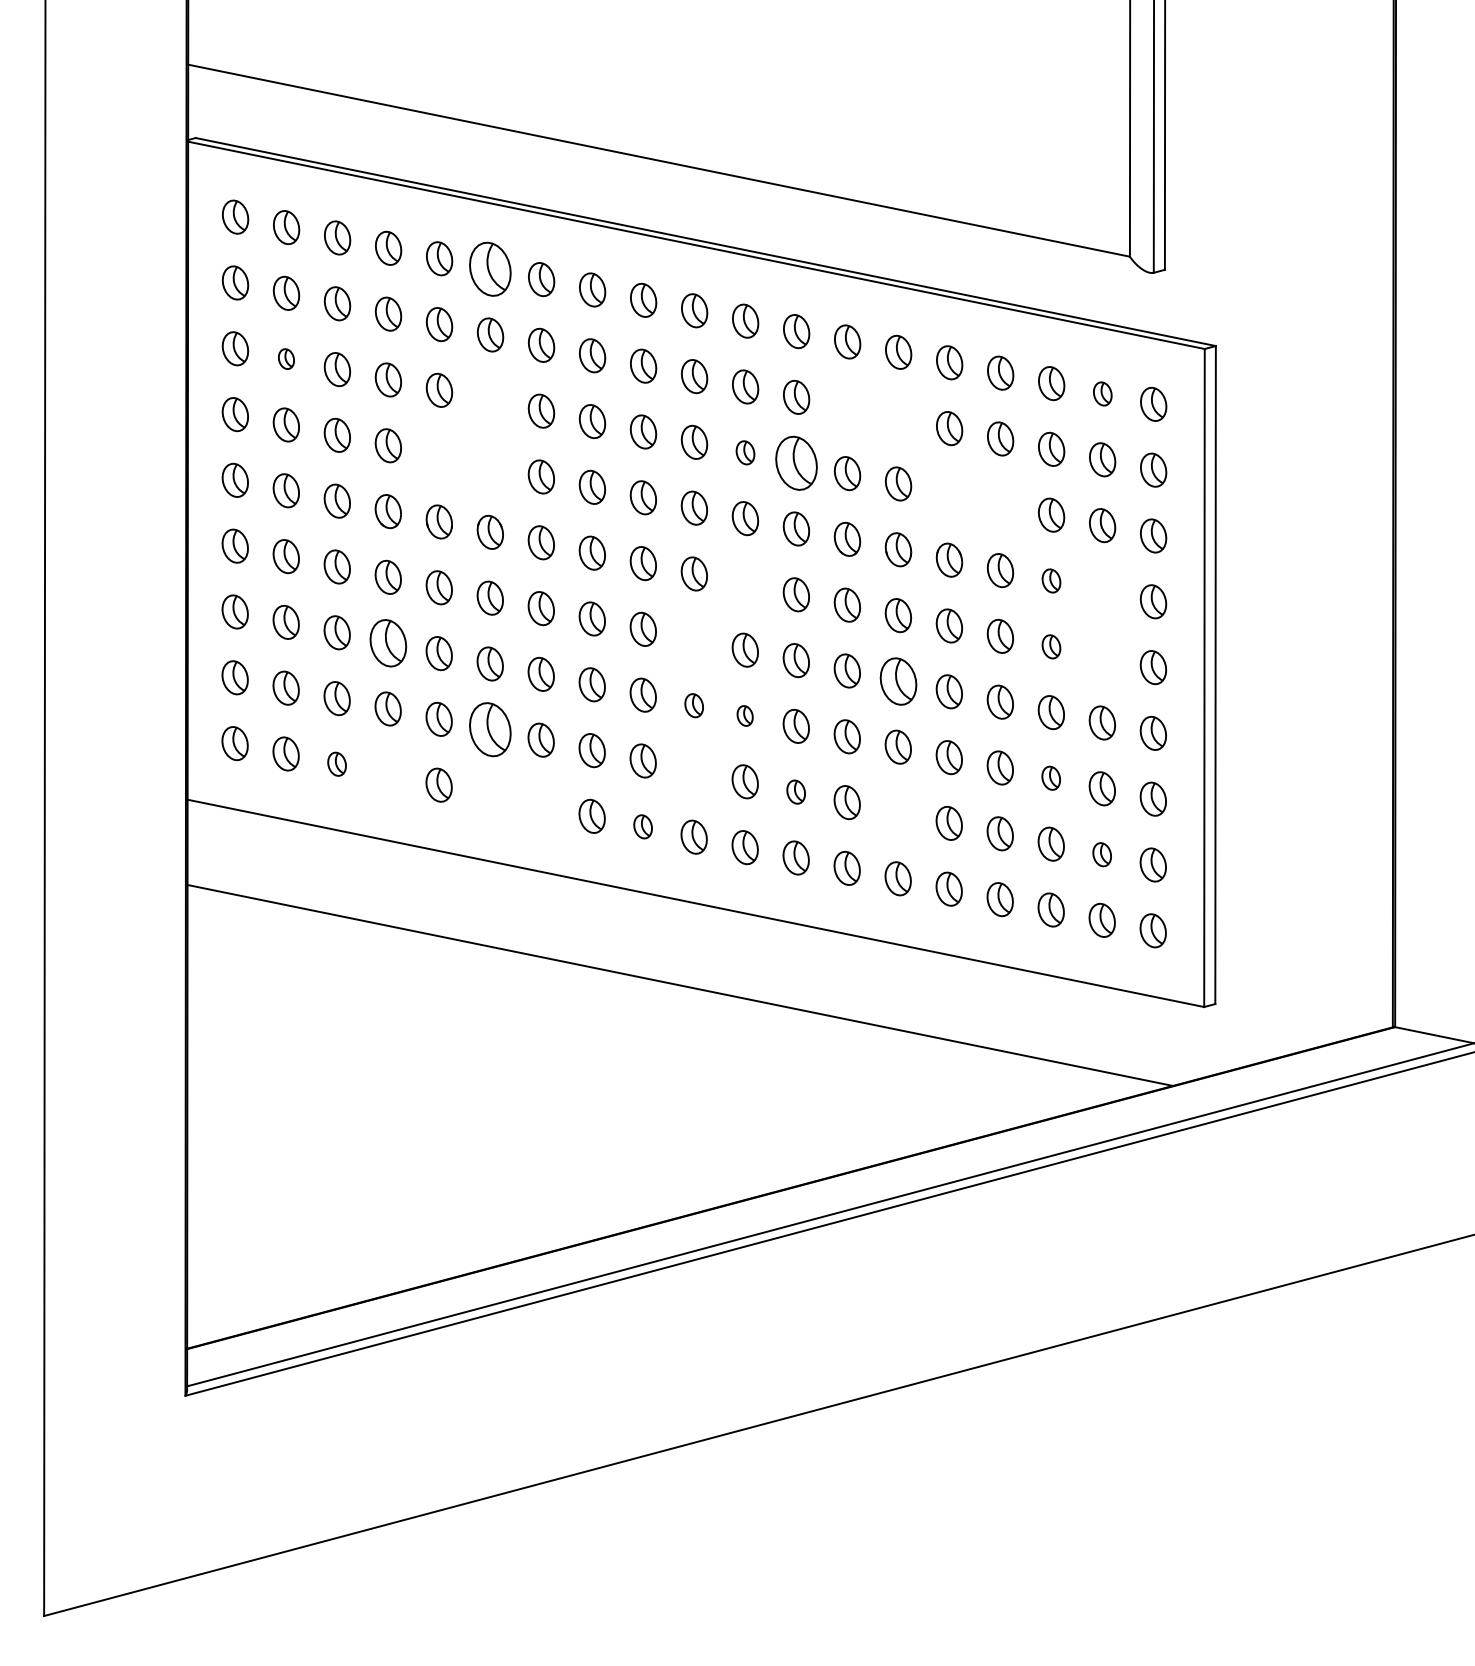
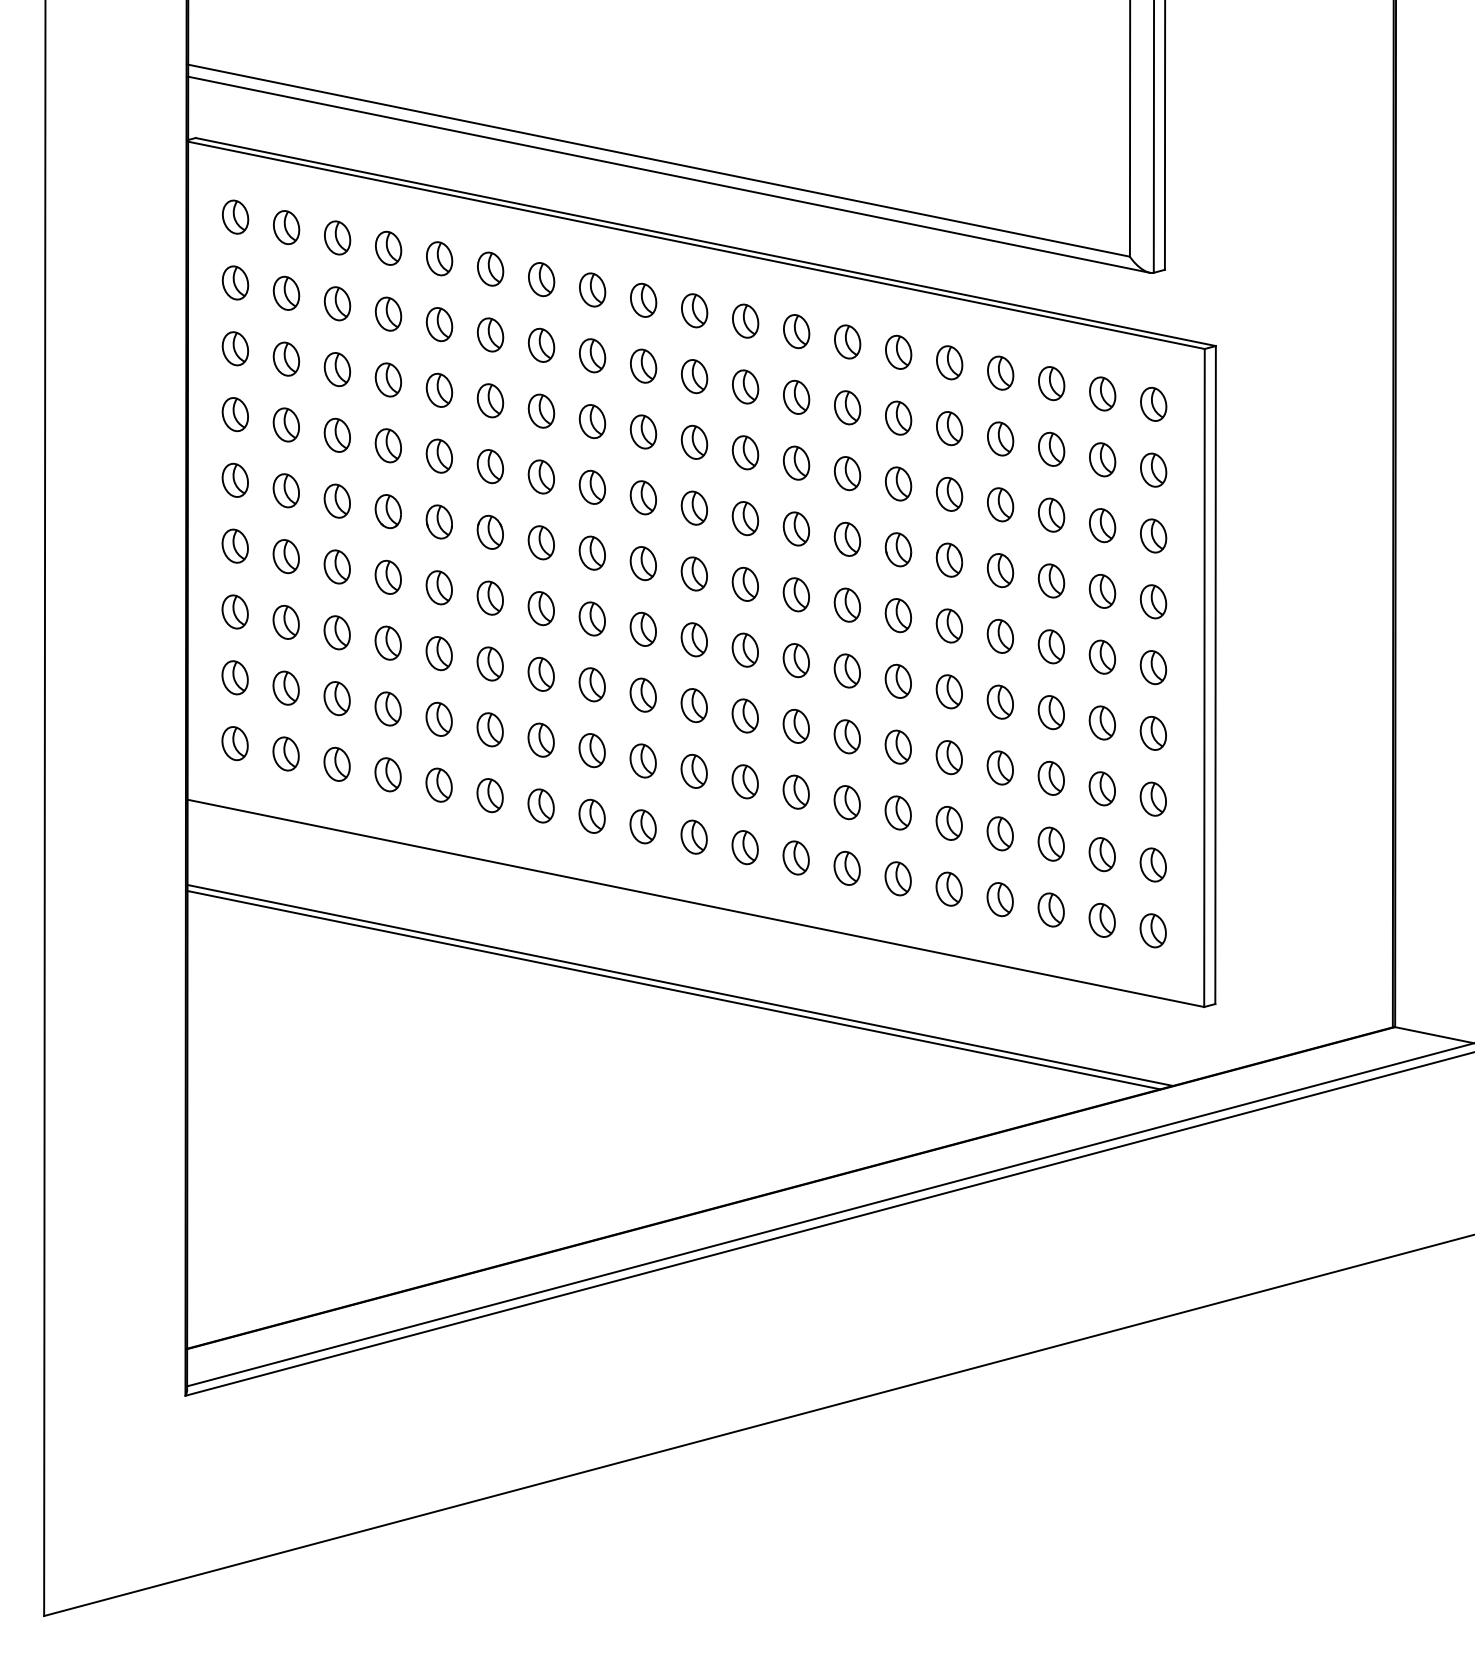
line at (668, 174): none -> present
part at (490, 268) size: 43x56 px -> 28x36 px
part at (286, 358) size: 17x22 px -> 29x36 px
part at (1102, 393) size: 20x26 px -> 28x36 px
part at (490, 400): none -> present
part at (847, 407): none -> present
part at (898, 417): none -> present
part at (745, 452) size: 21x26 px -> 29x36 px
part at (438, 455): none -> present
part at (796, 462) size: 43x56 px -> 29x36 px
part at (489, 466): none -> present
part at (949, 493): none -> present
part at (1000, 504): none -> present
part at (1051, 580) size: 21x26 px -> 29x36 px
part at (744, 583): none -> present
part at (1102, 590): none -> present
part at (693, 639): none -> present
part at (388, 643) size: 39x49 px -> 28x36 px
part at (1051, 646) size: 21x26 px -> 29x36 px
part at (1102, 656): none -> present
part at (898, 681) size: 39x49 px -> 28x36 px
part at (693, 705) size: 20x26 px -> 28x36 px
part at (744, 715) size: 18x22 px -> 28x36 px
part at (490, 729) size: 43x56 px -> 28x36 px
part at (336, 763) size: 20x26 px -> 28x36 px
part at (693, 770): none -> present
part at (387, 774): none -> present
part at (1050, 777) size: 20x26 px -> 28x36 px
part at (795, 791) size: 20x26 px -> 28x36 px
part at (489, 795): none -> present
part at (540, 805): none -> present
part at (897, 812): none -> present
part at (642, 826) size: 20x26 px -> 28x36 px
part at (1101, 854) size: 20x26 px -> 28x36 px
line at (673, 990): none -> present
